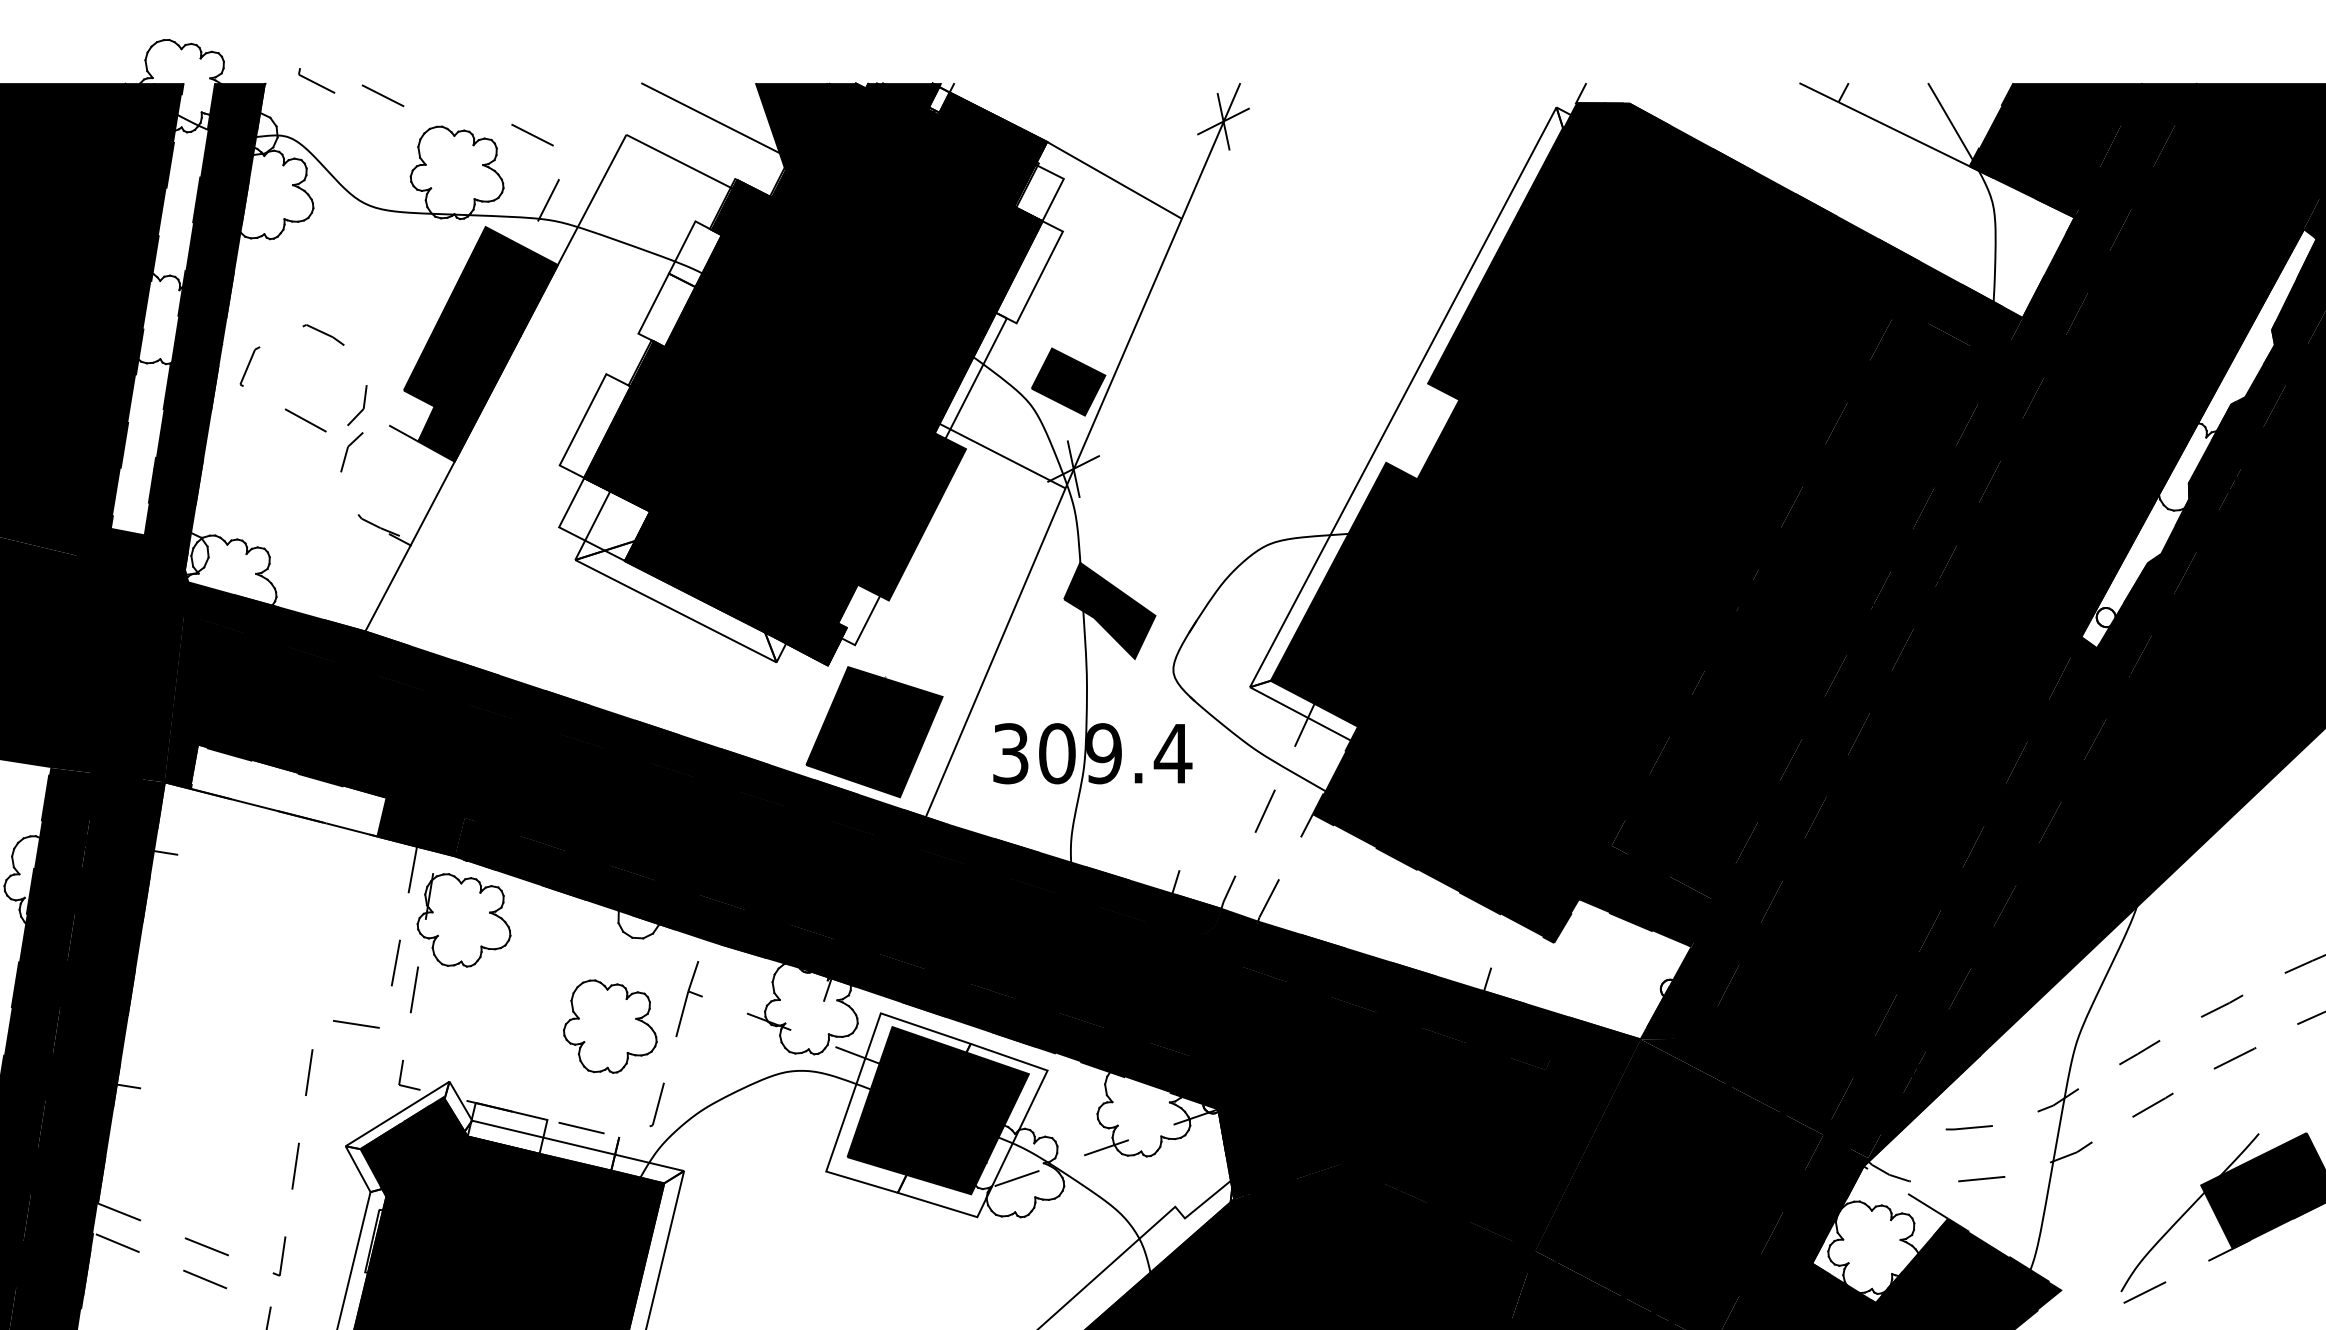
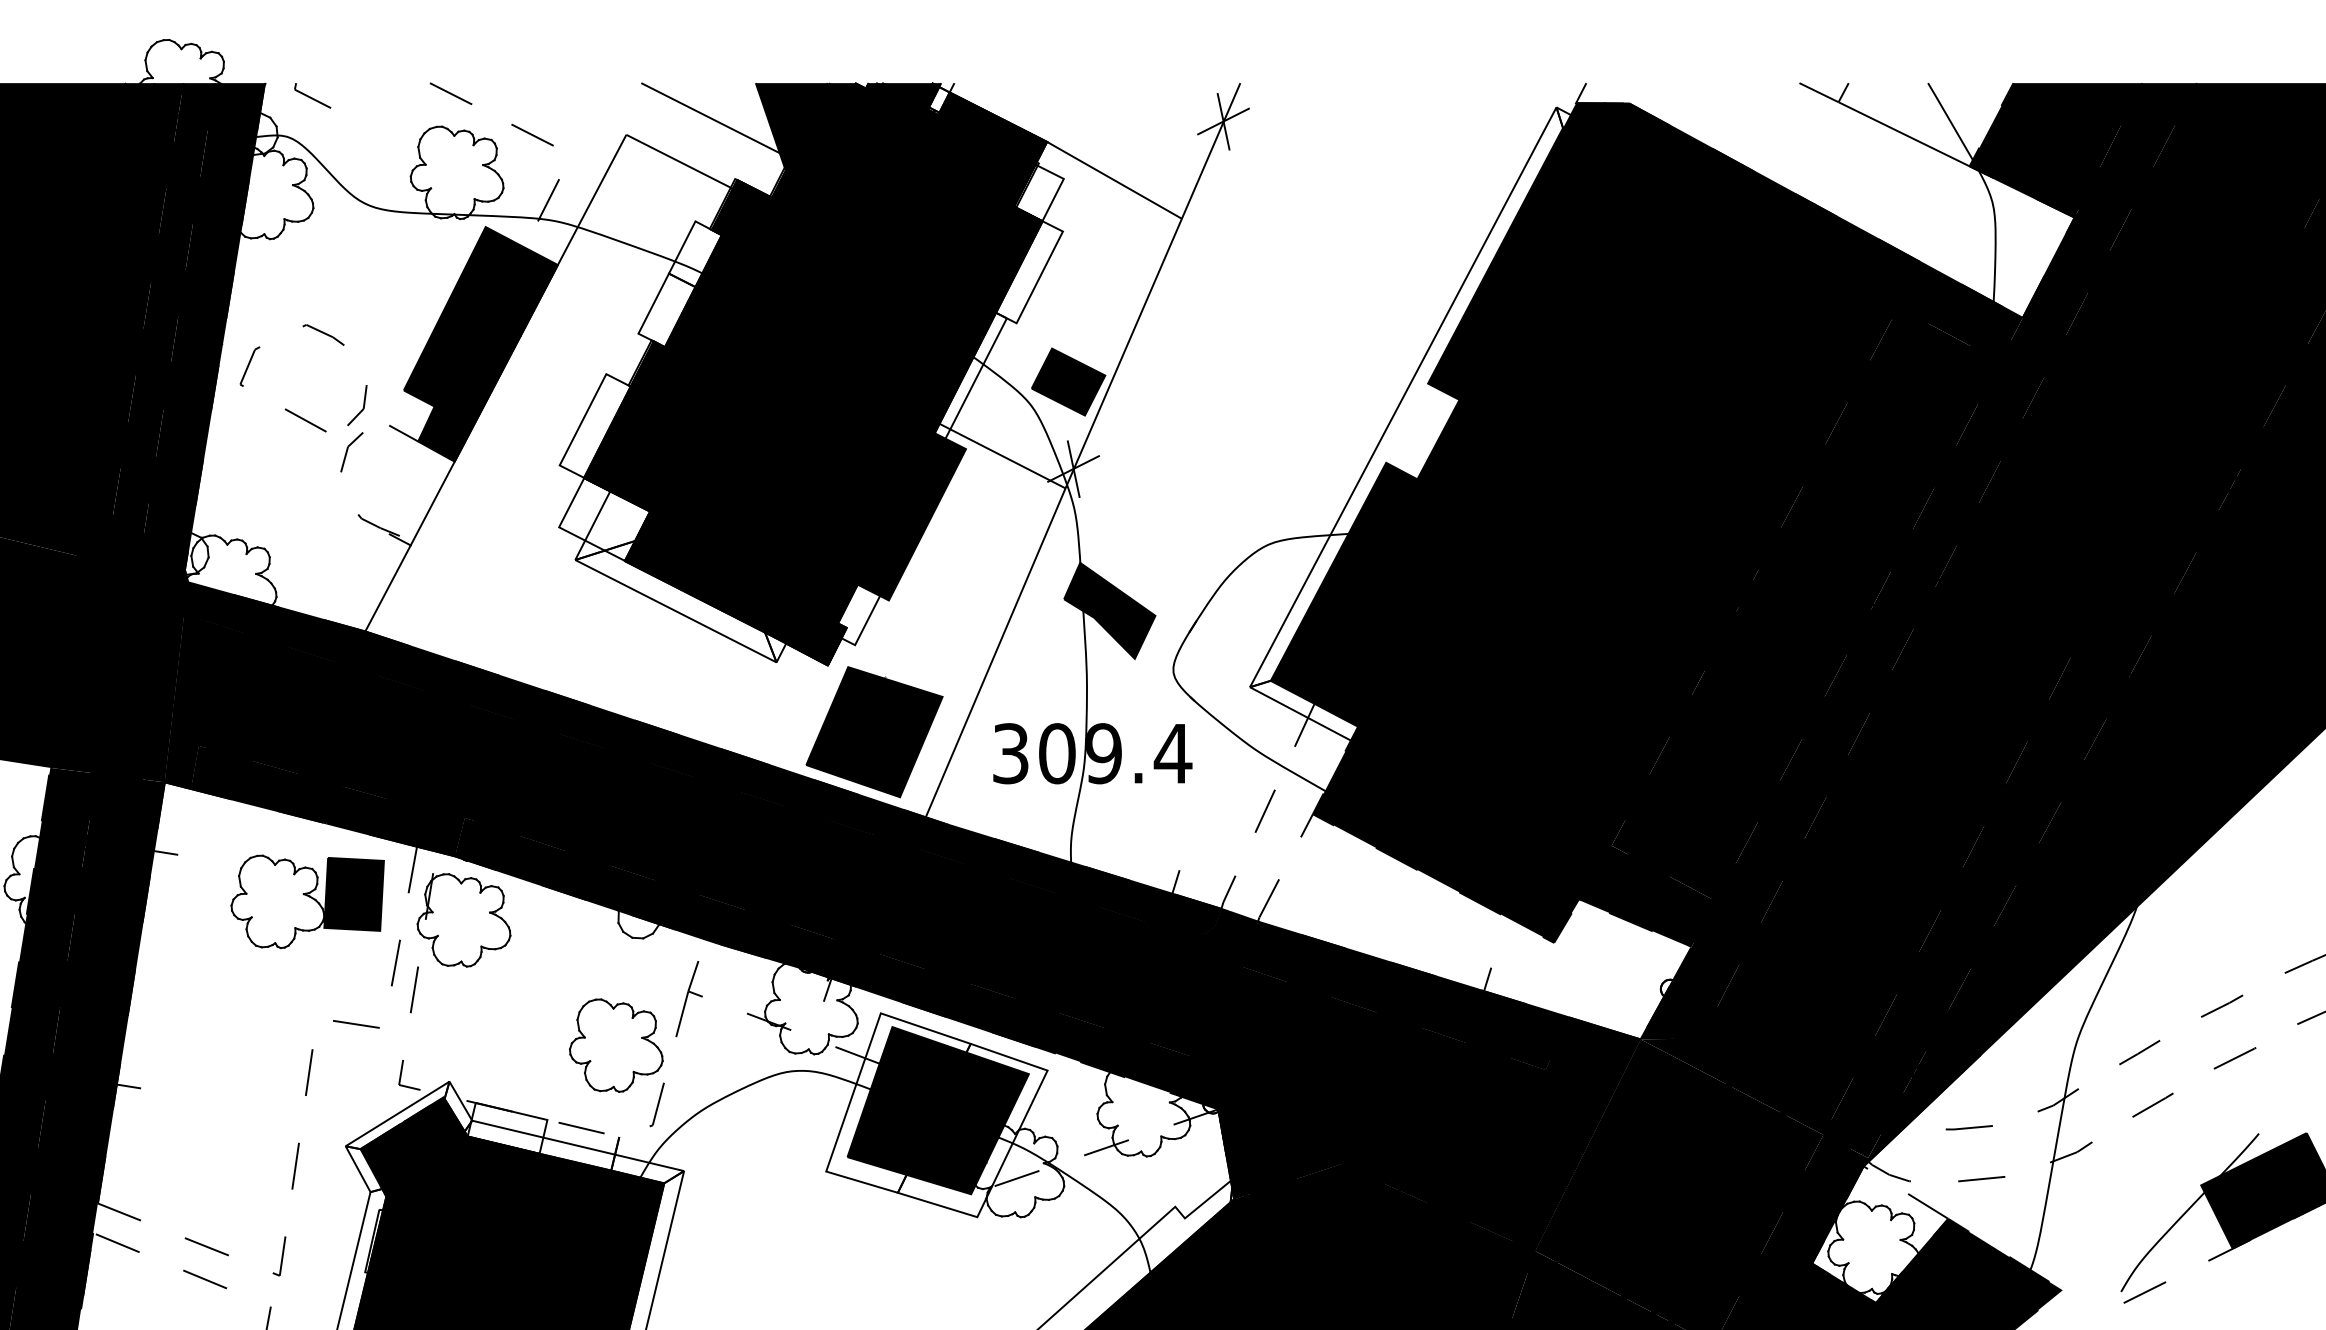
line at (316, 82) position: (316, 82) -> (312, 97)
line at (382, 95) position: (382, 95) -> (450, 93)
fill at (162, 309): none -> present
fill at (2198, 438): none -> present
fill at (288, 790): none -> present
part at (307, 901): none -> present
part at (610, 1026) position: (610, 1026) -> (616, 1045)
